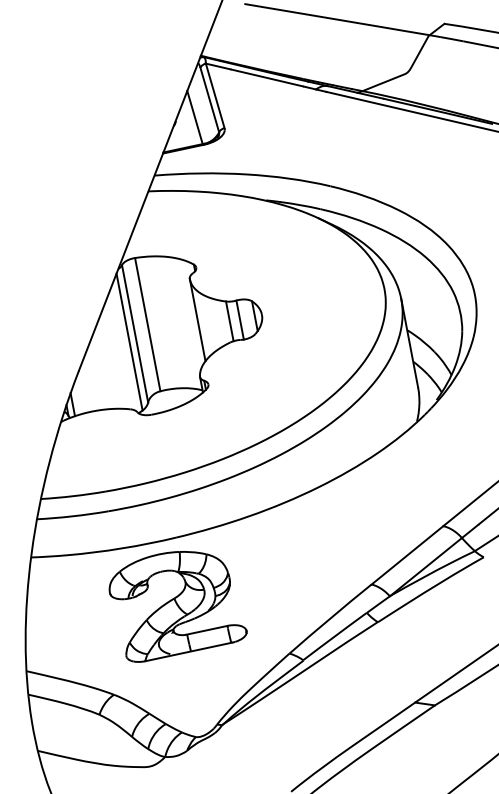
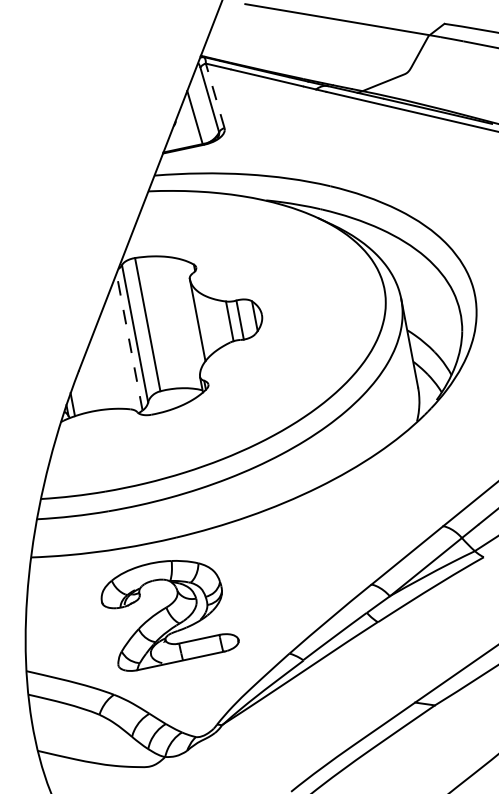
line at (215, 95): solid -> dashed
line at (129, 342): solid -> dashed
part at (177, 606) position: (177, 606) -> (169, 615)
